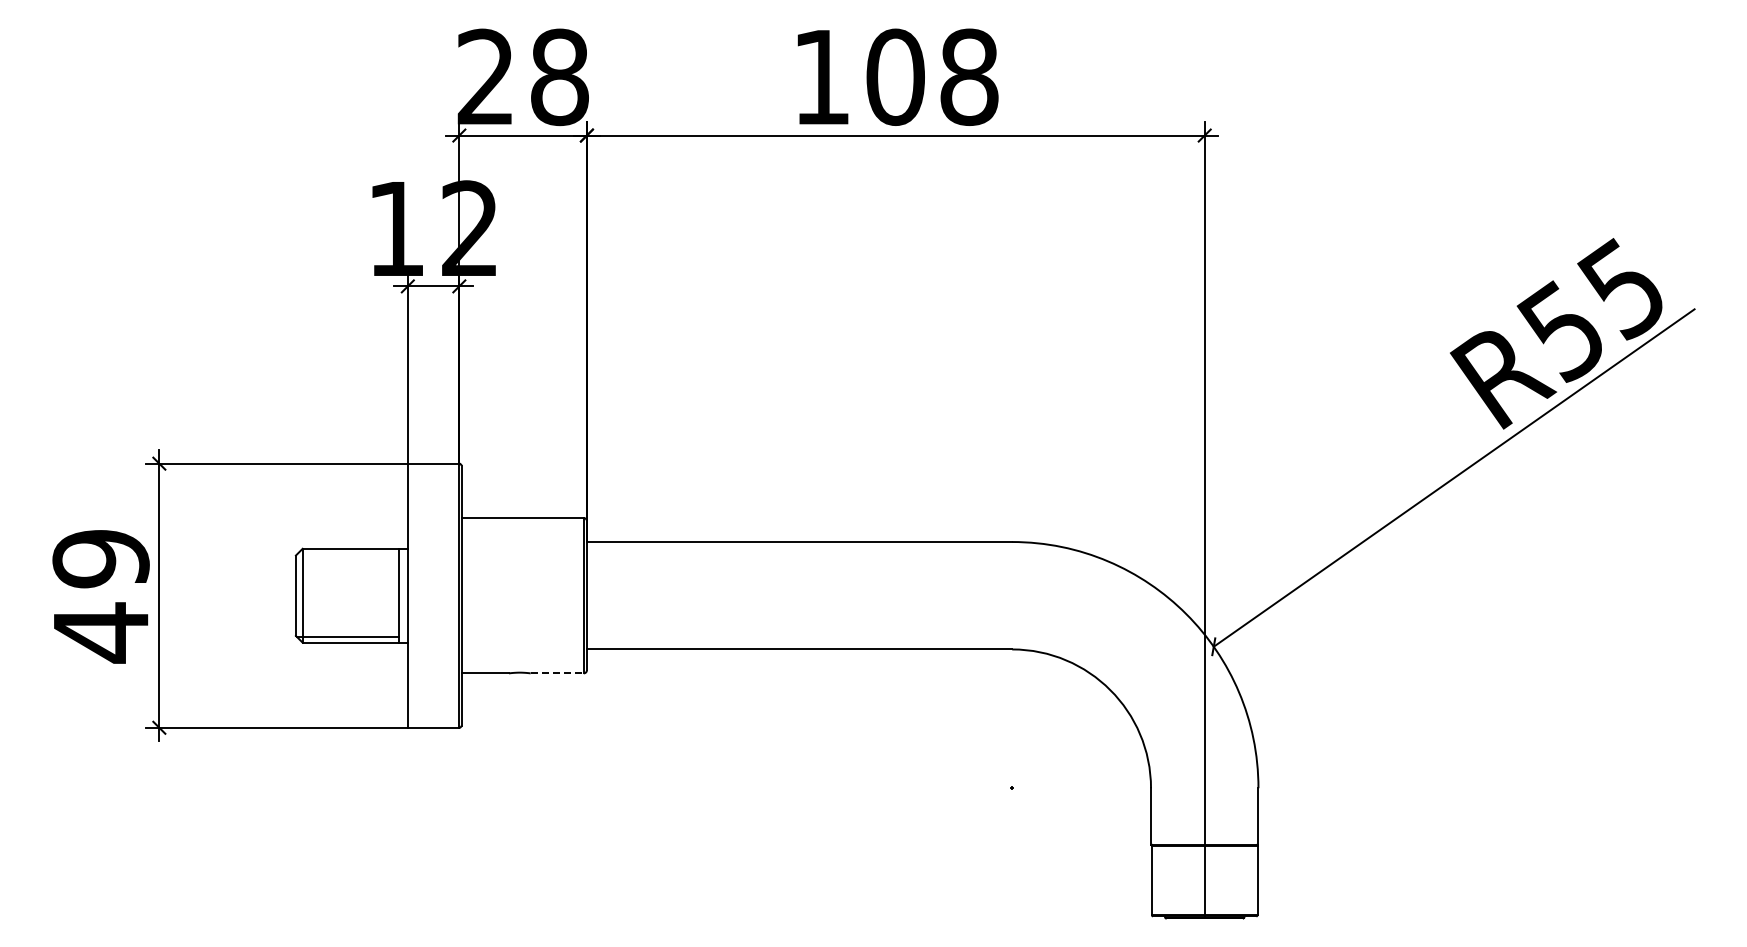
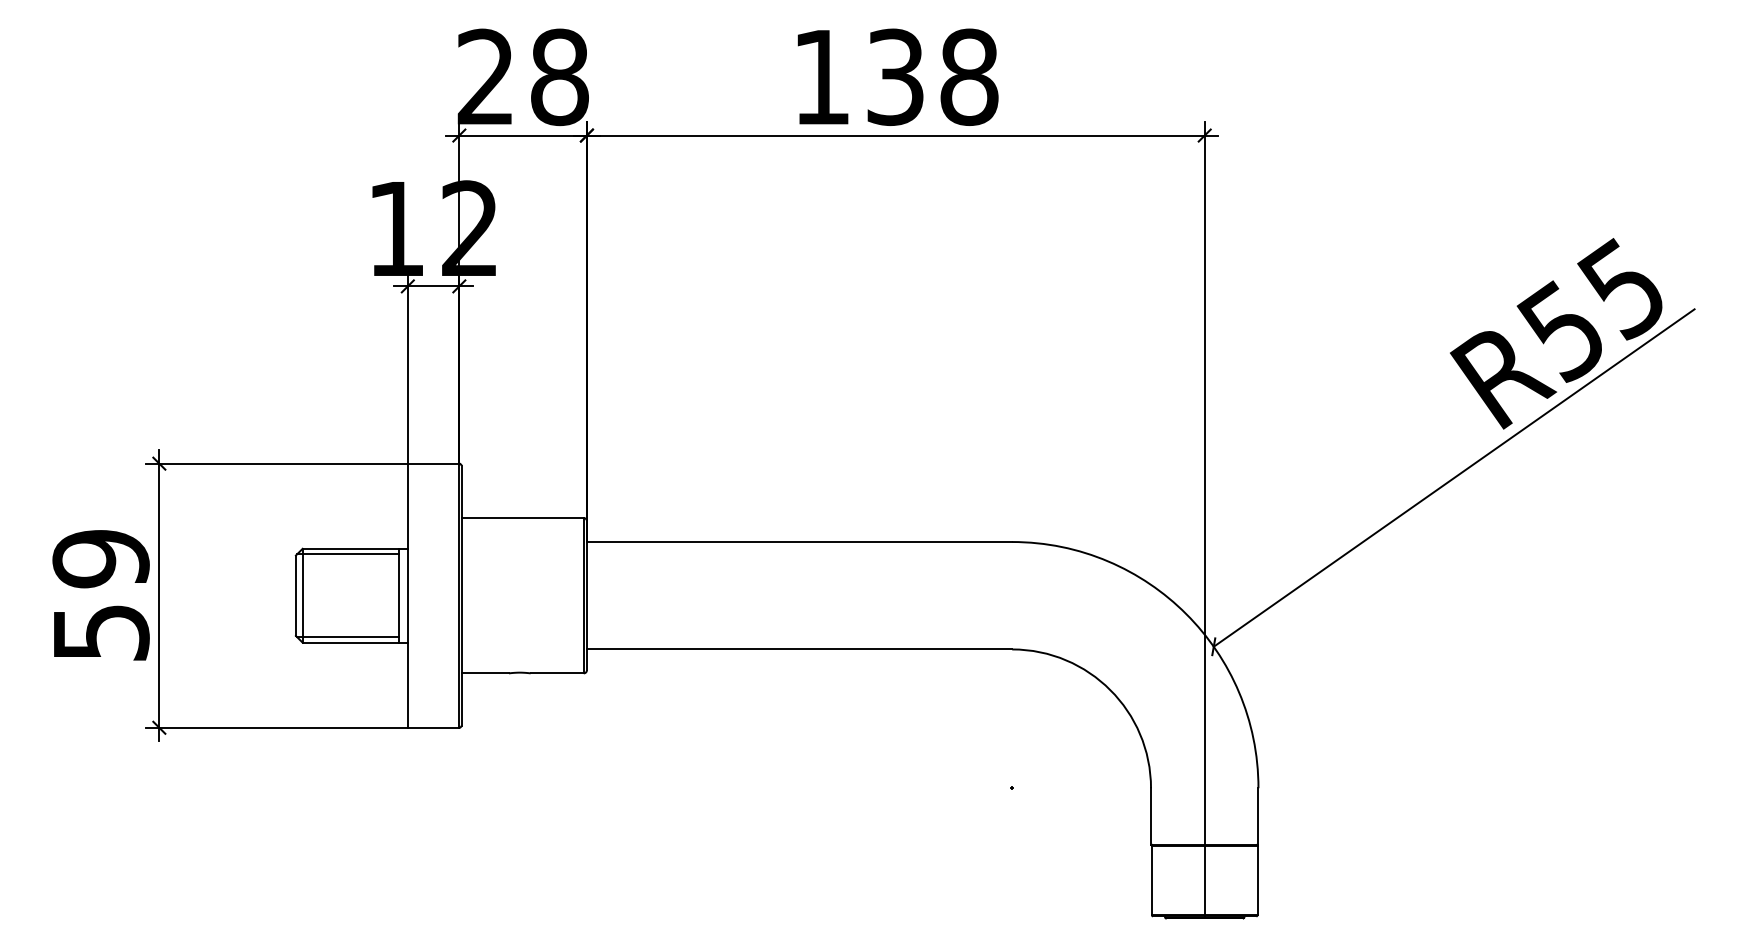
text at (895, 76): 108 -> 138
line at (347, 554): none -> present
text at (101, 632): 49 -> 59
line at (557, 673): dashed -> solid
